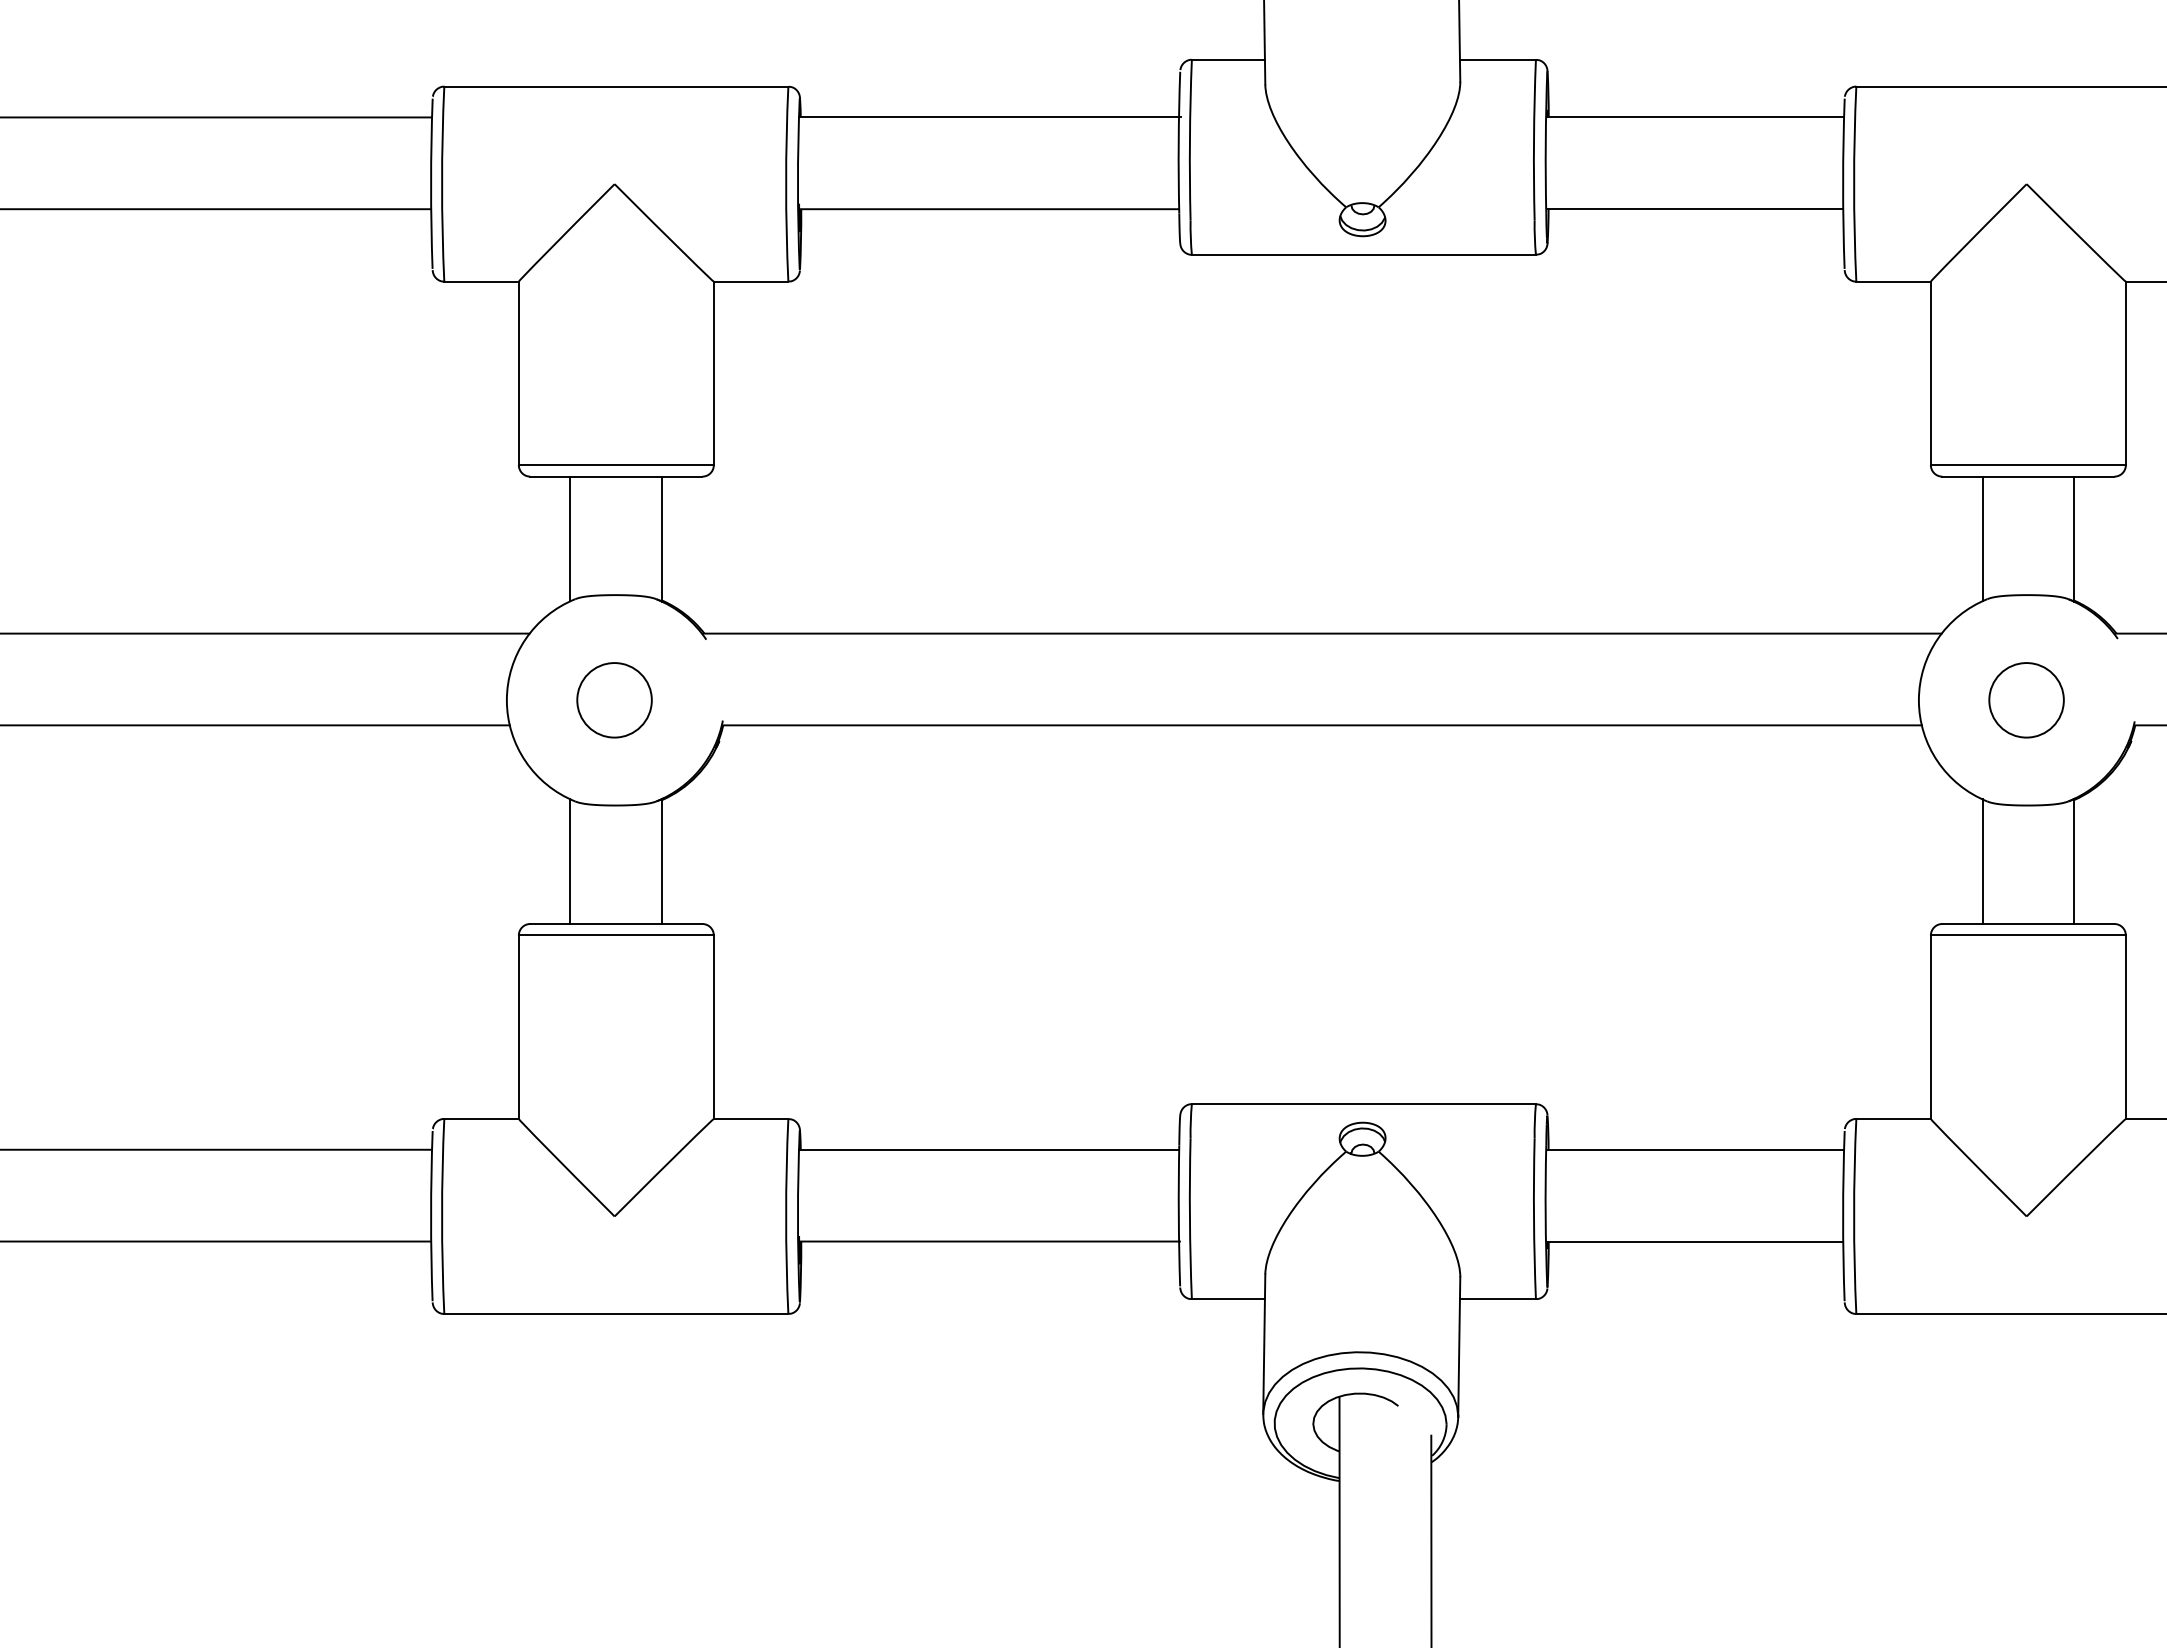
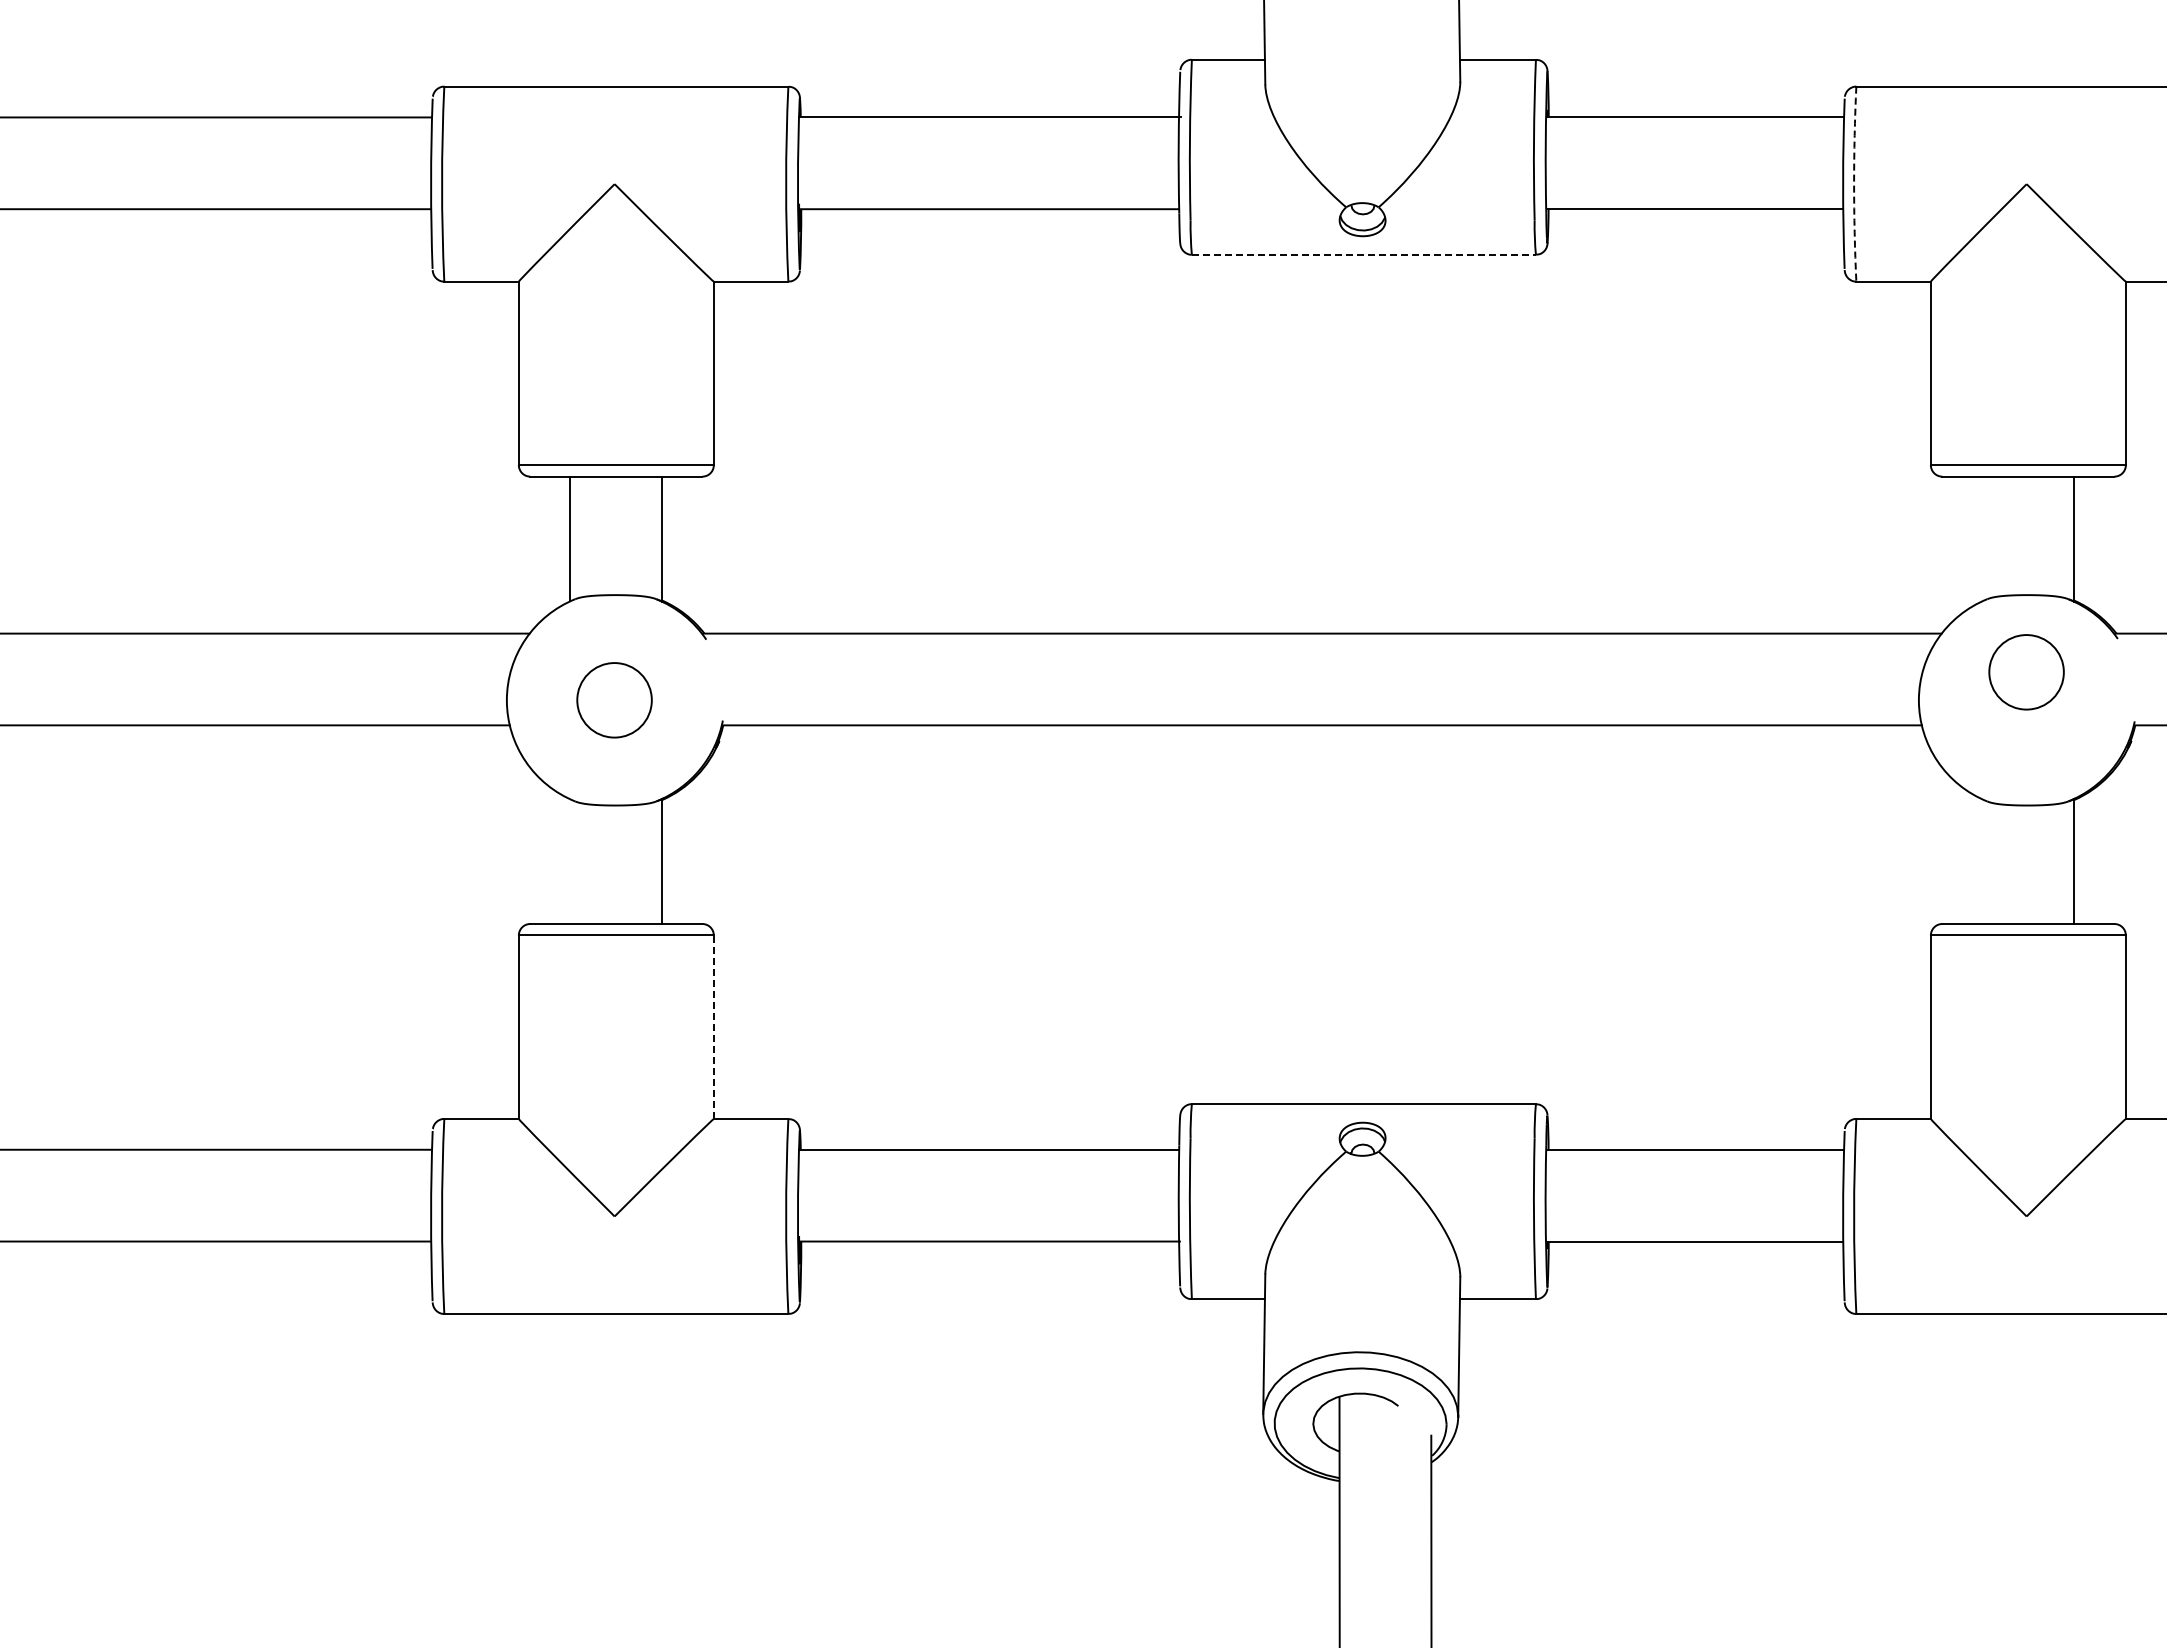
arc at (1854, 184): solid -> dashed
line at (1364, 254): solid -> dashed
line at (1982, 538): present -> none
circle at (2026, 700) position: (2026, 700) -> (2026, 672)
line at (570, 861): present -> none
line at (1982, 861): present -> none
line at (713, 1027): solid -> dashed
